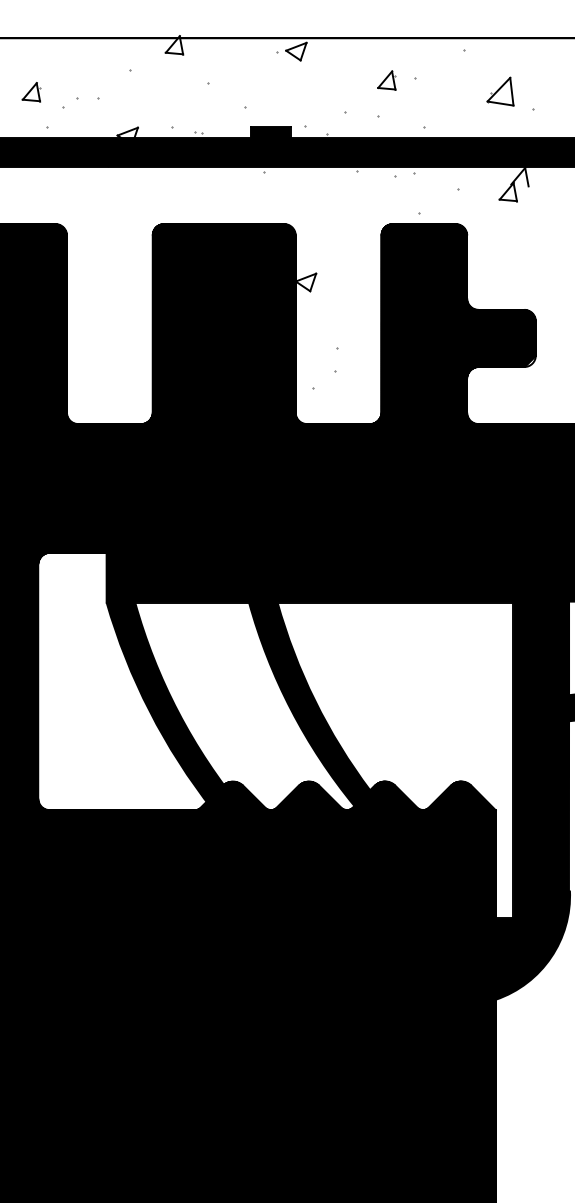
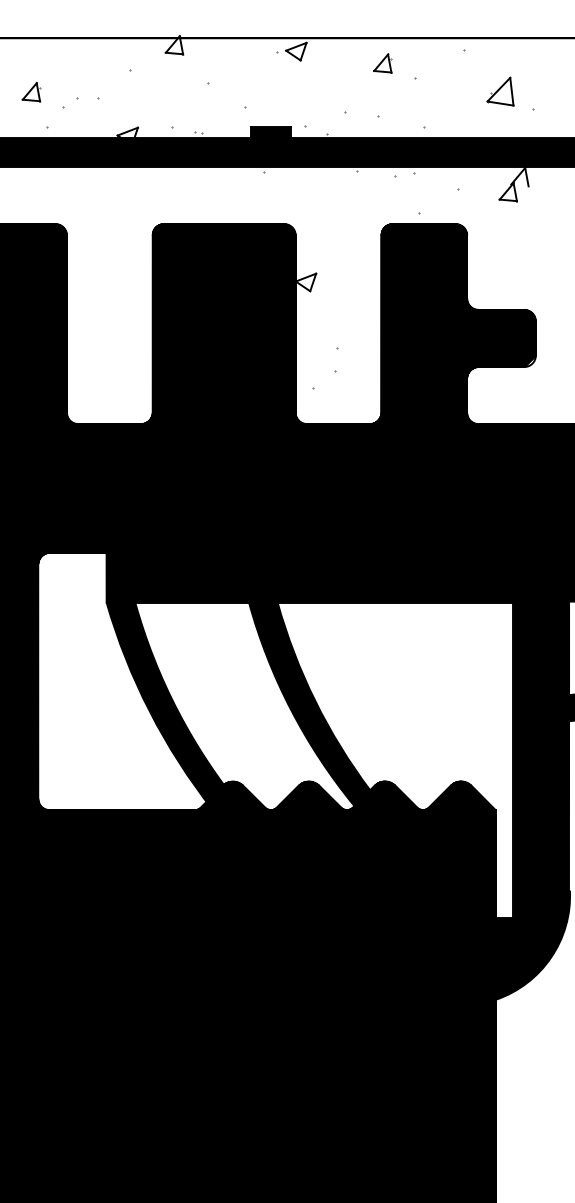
part at (386, 80) position: (386, 80) -> (382, 63)
